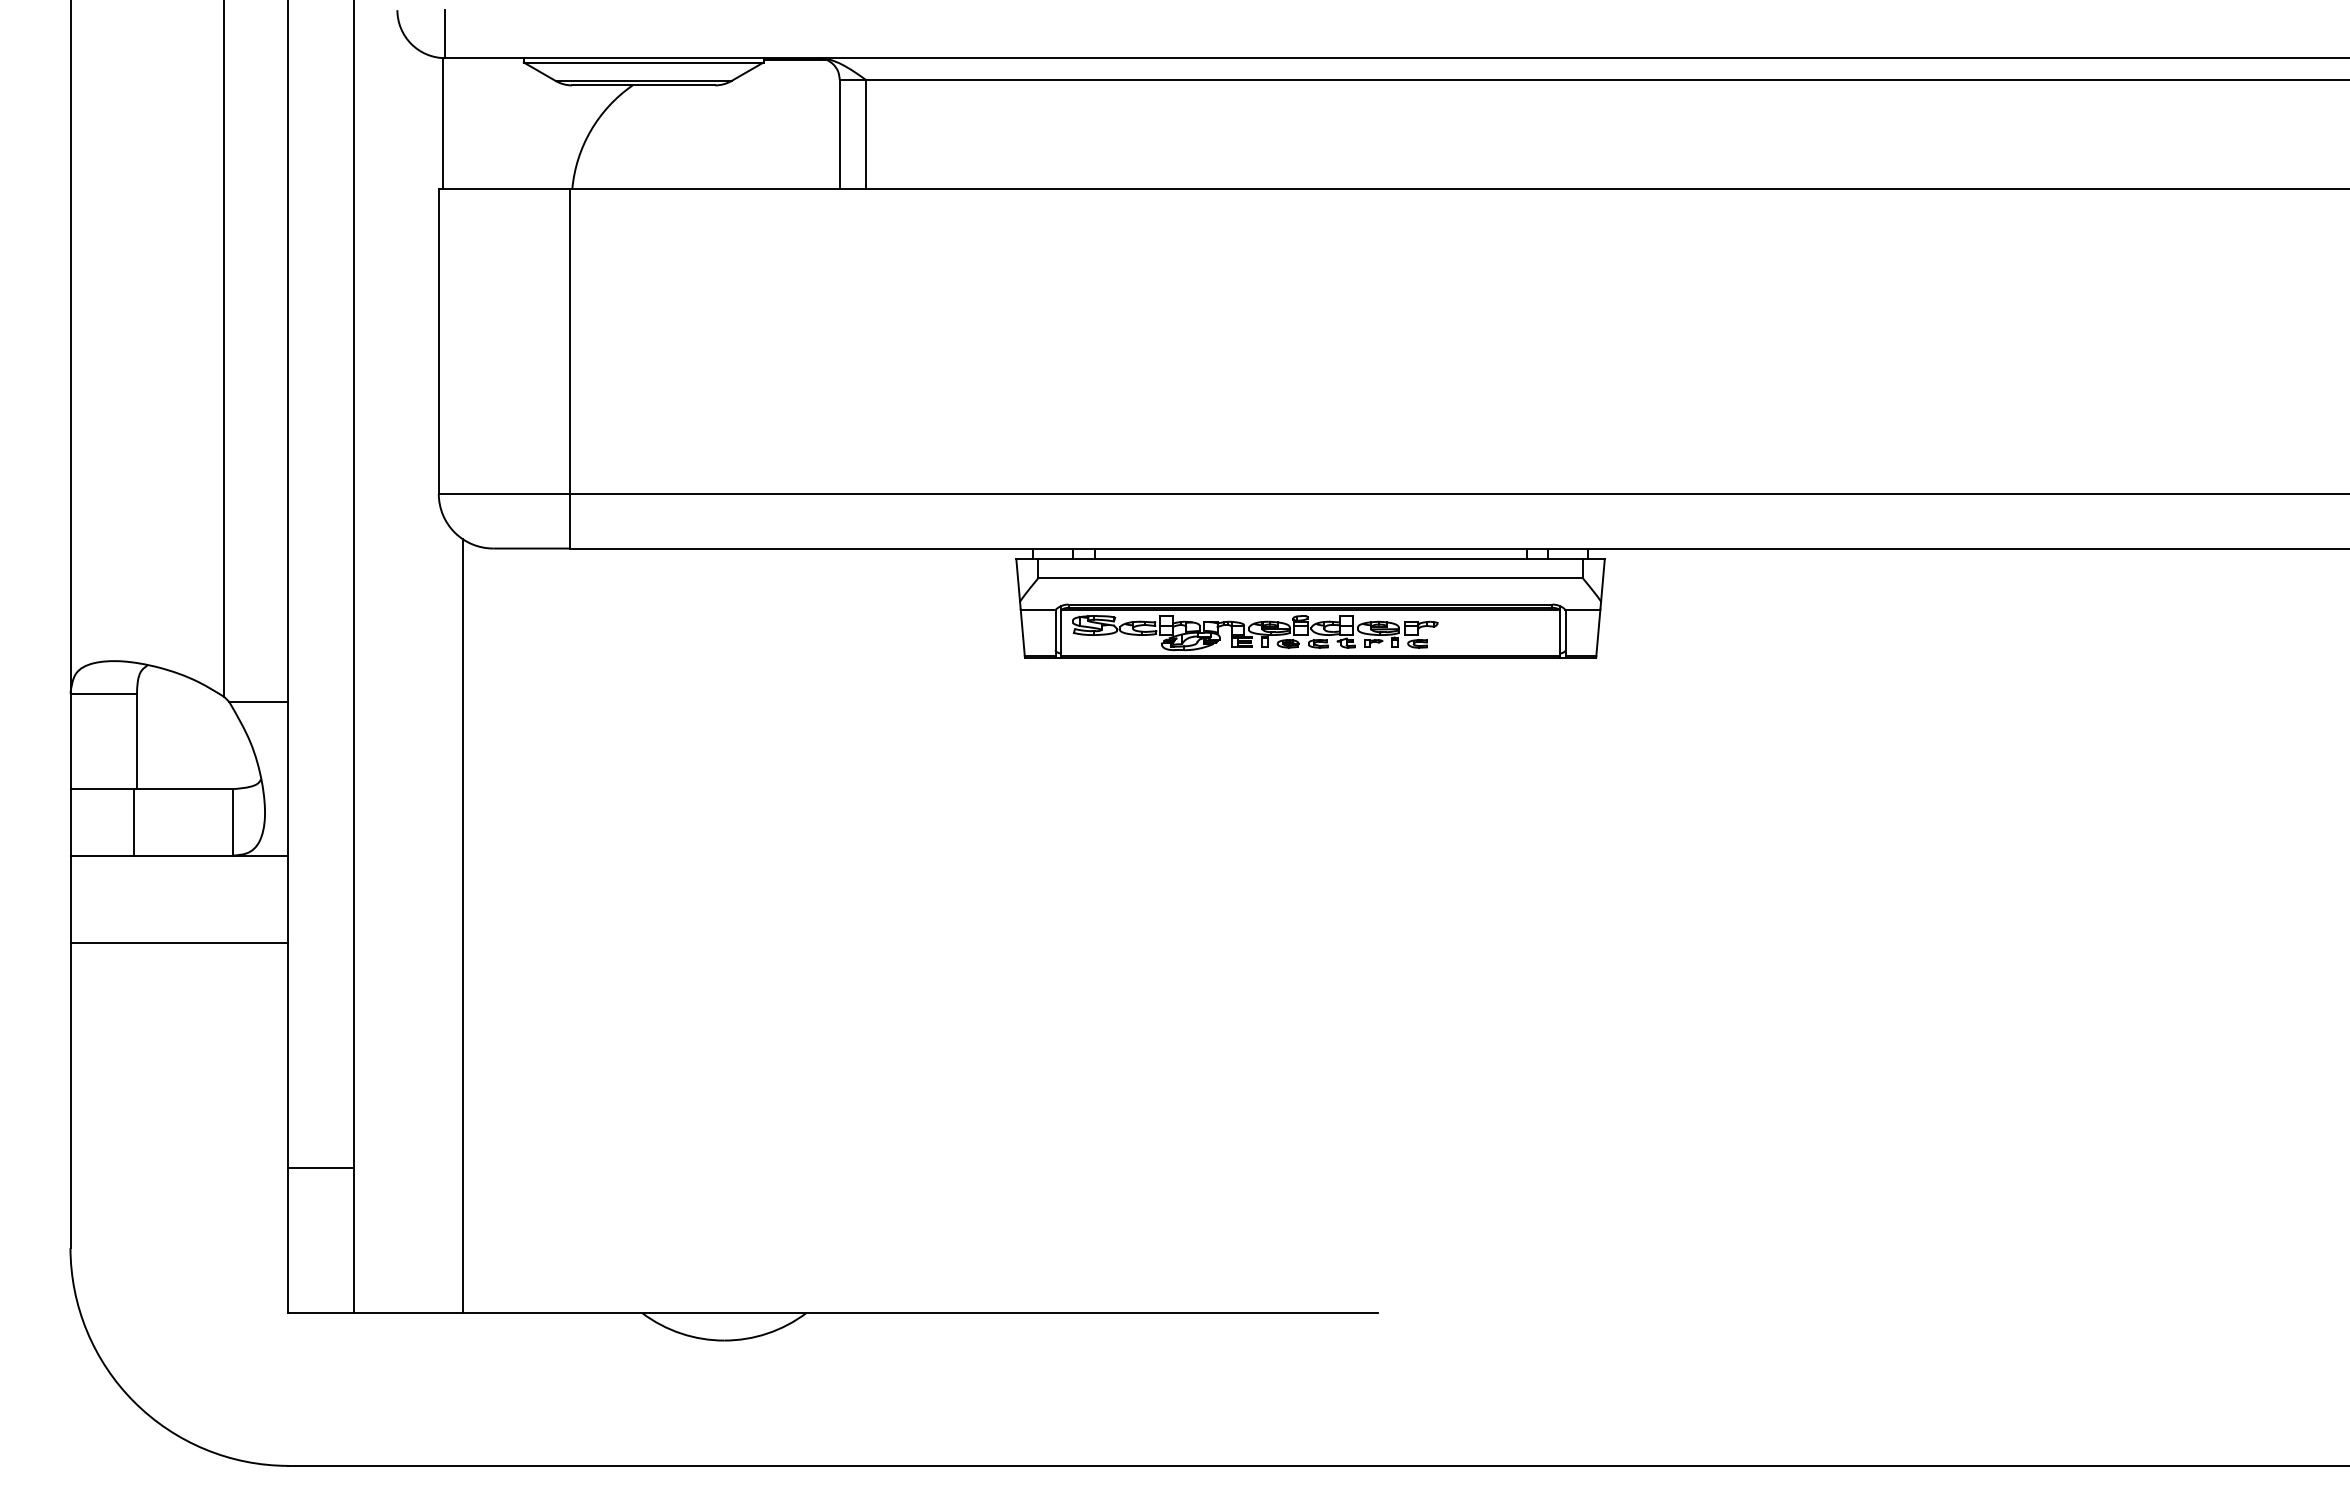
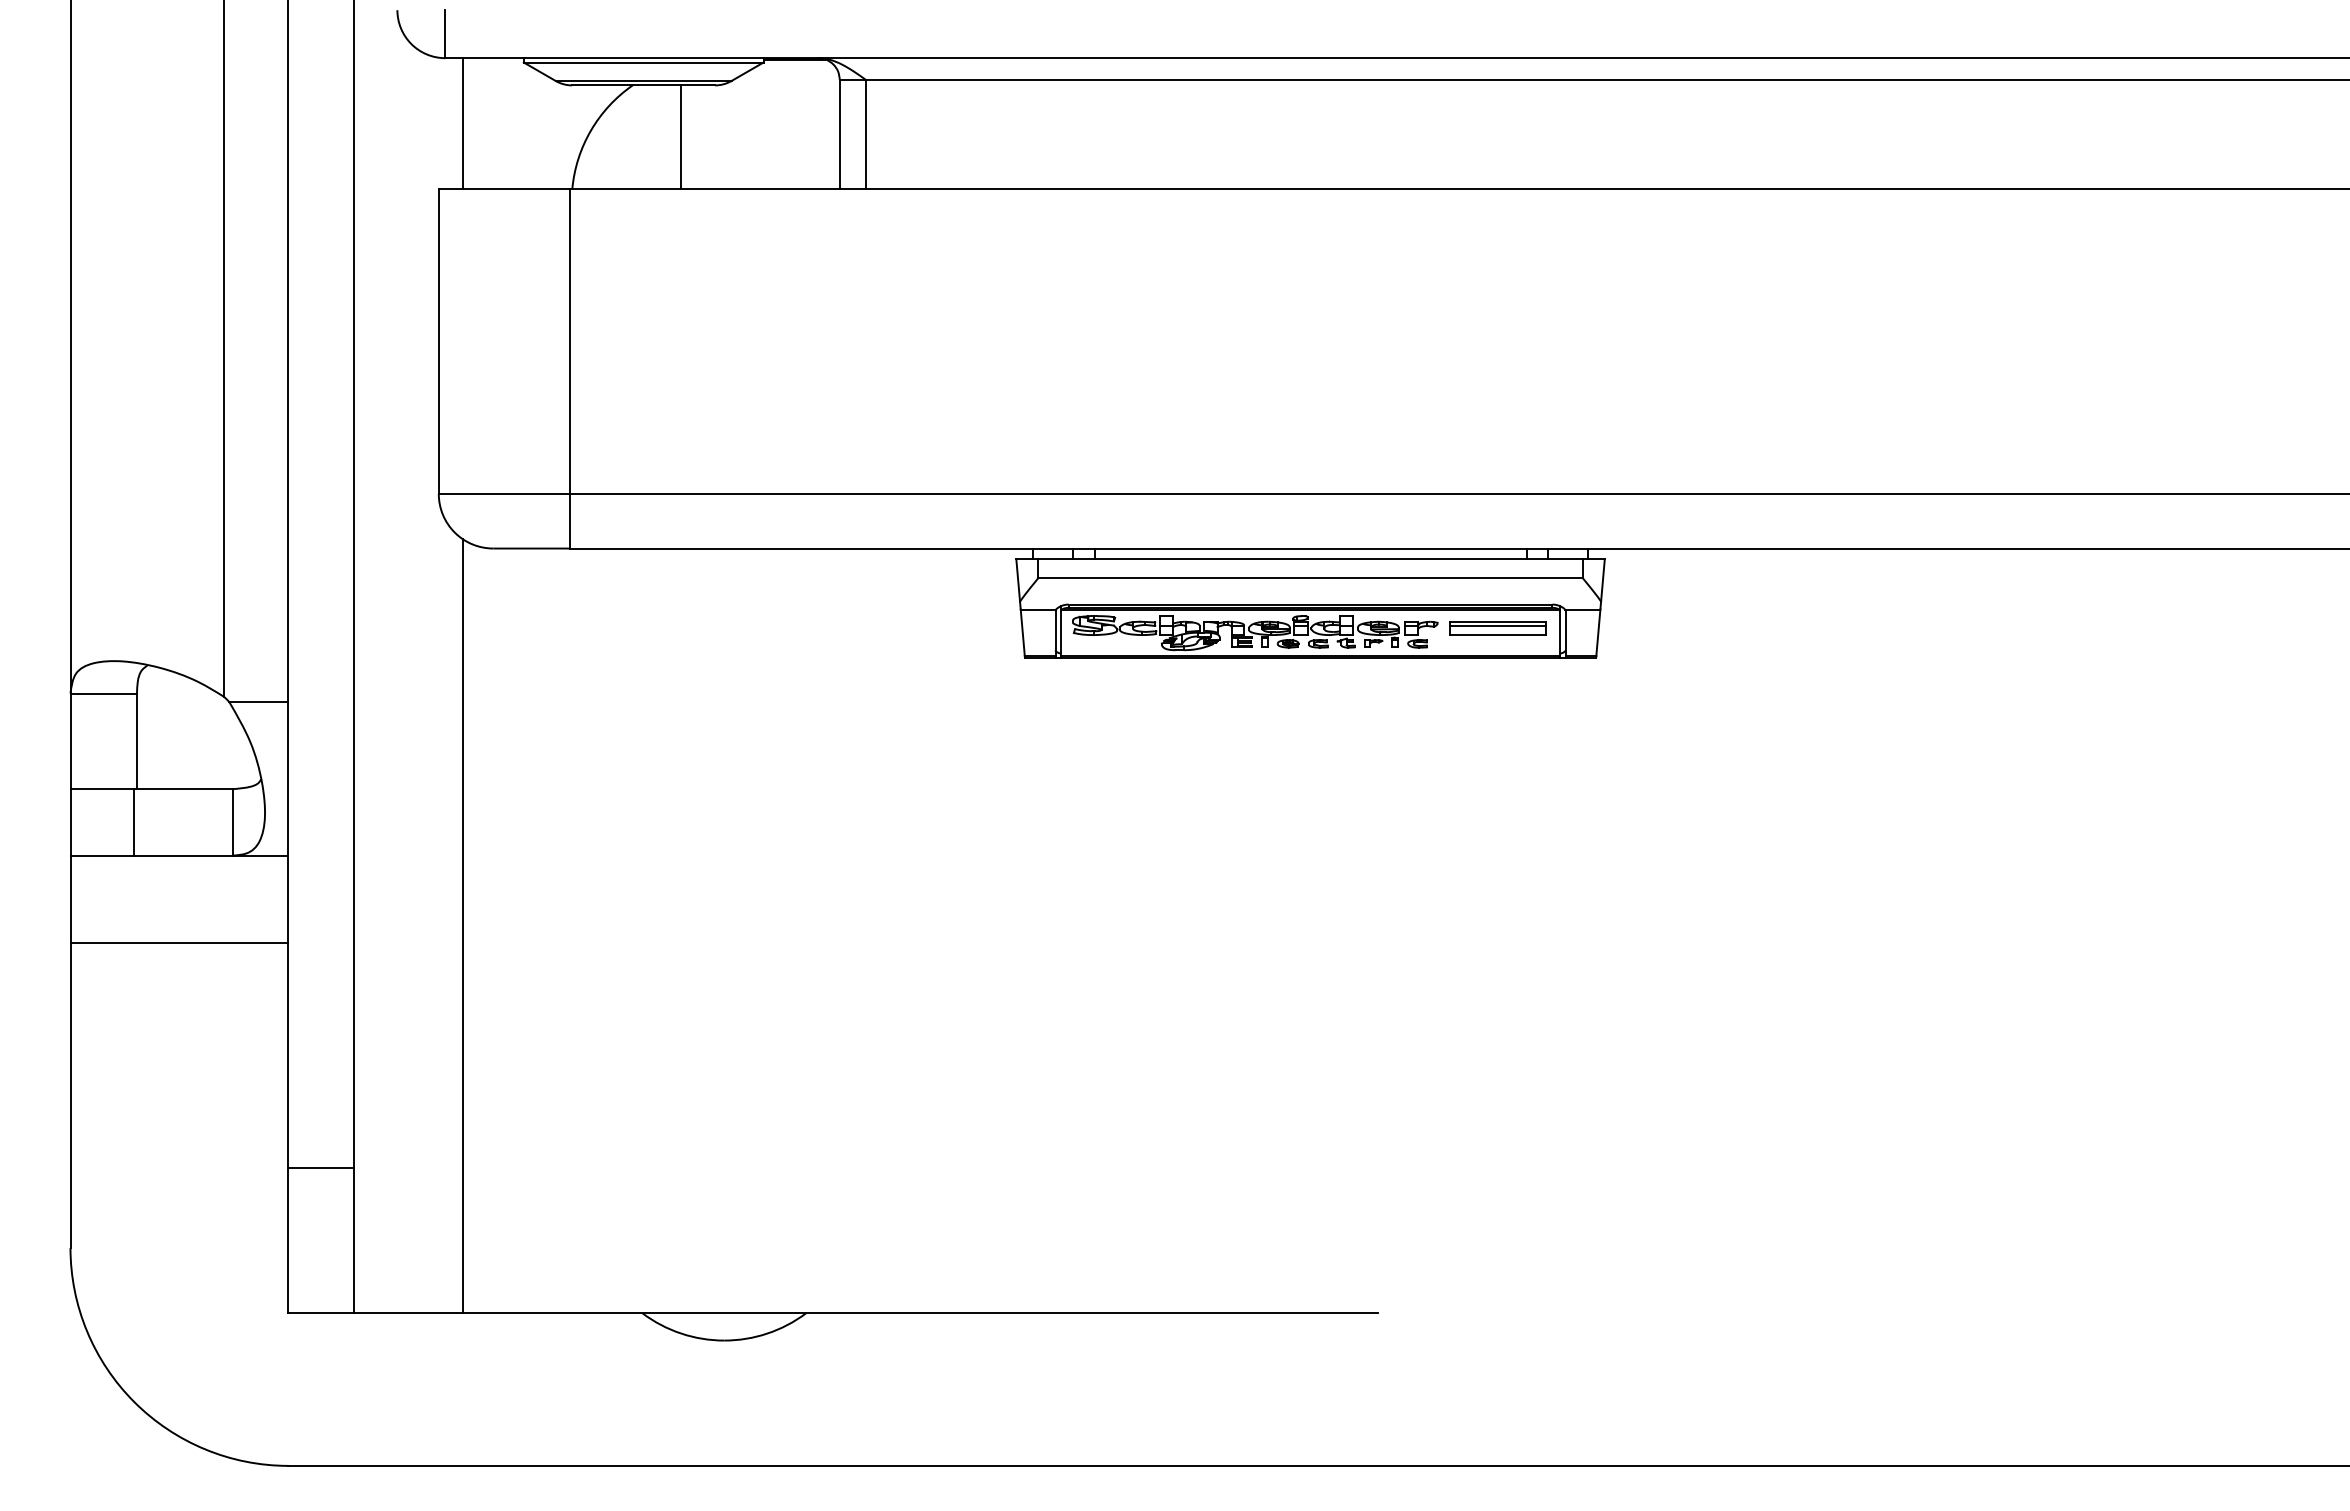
line at (442, 123) position: (442, 123) -> (462, 123)
line at (680, 136): none -> present
part at (1497, 628): none -> present
